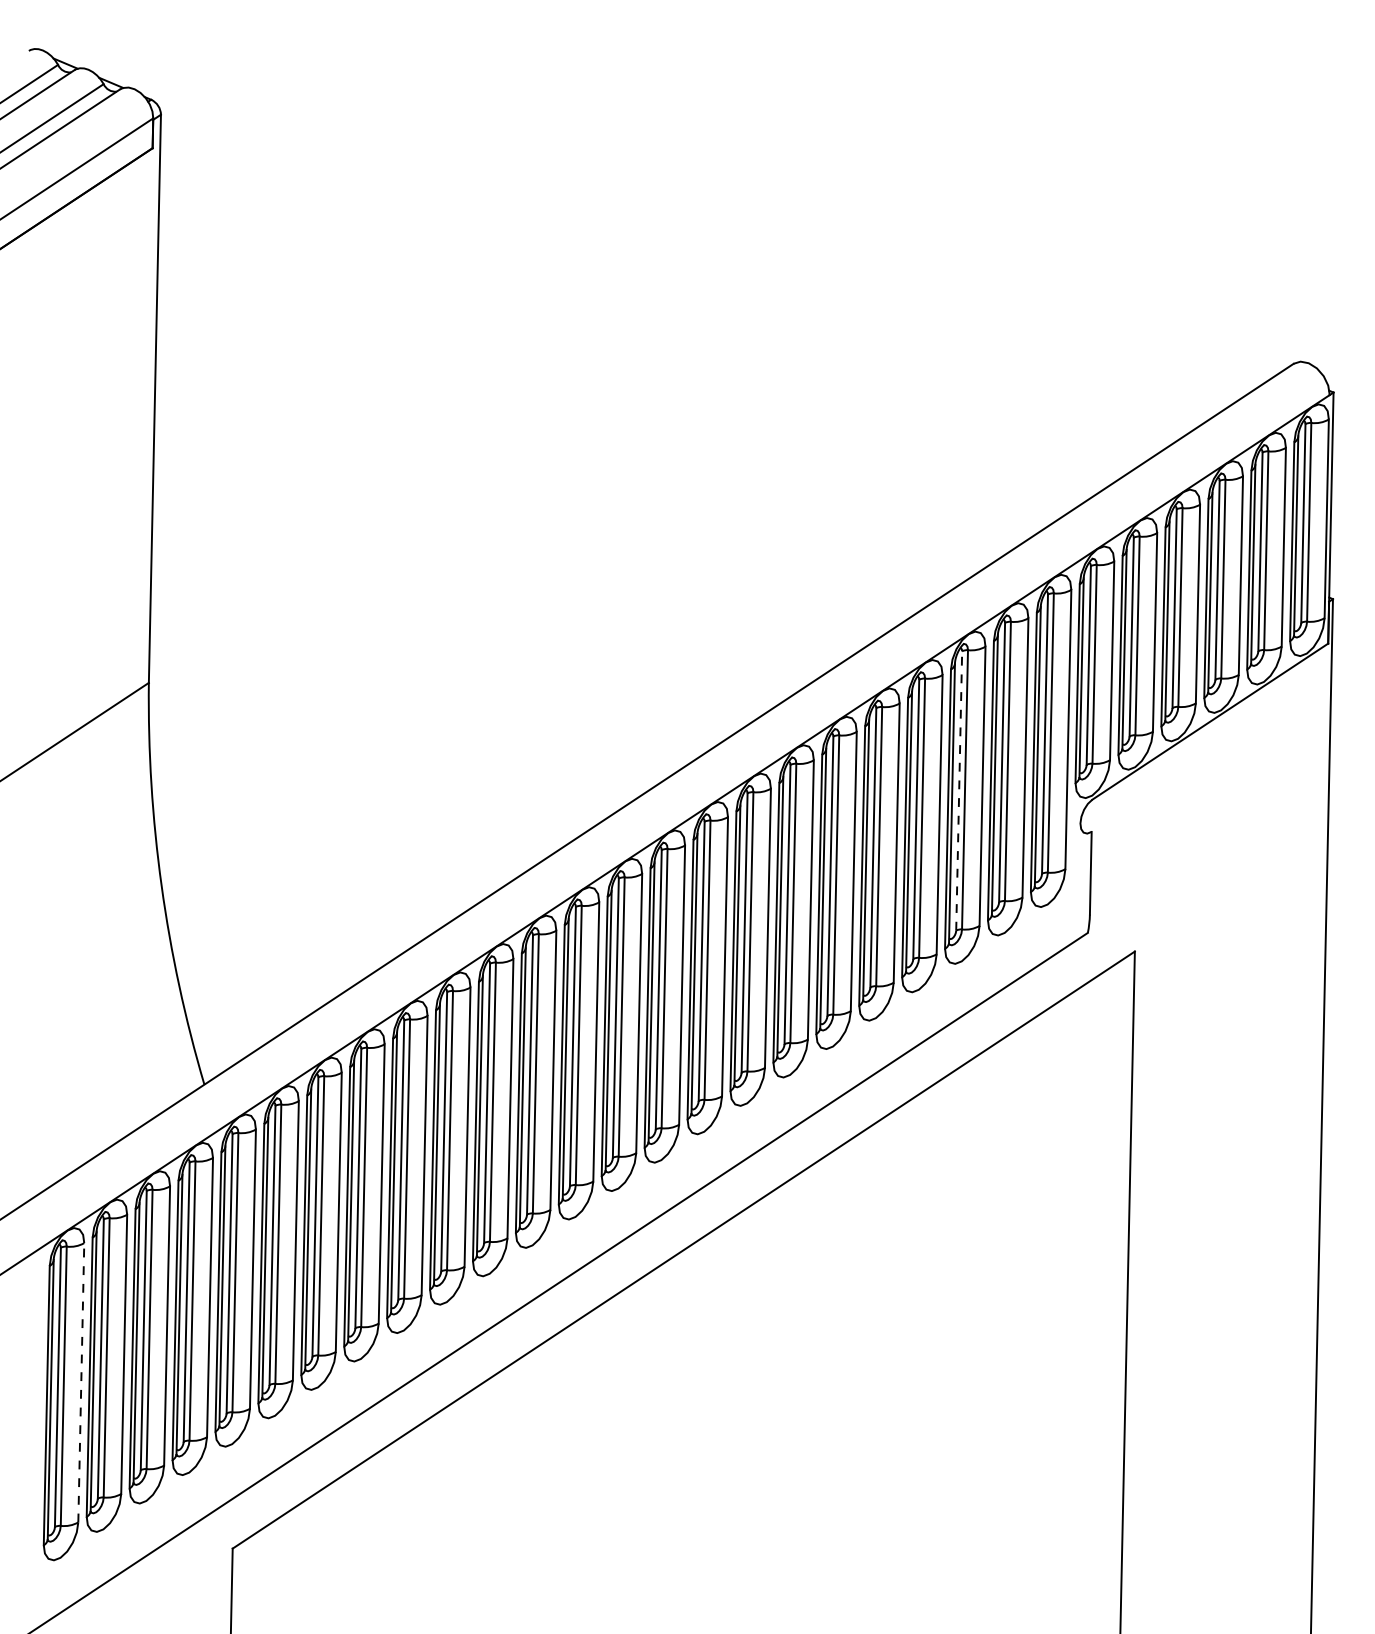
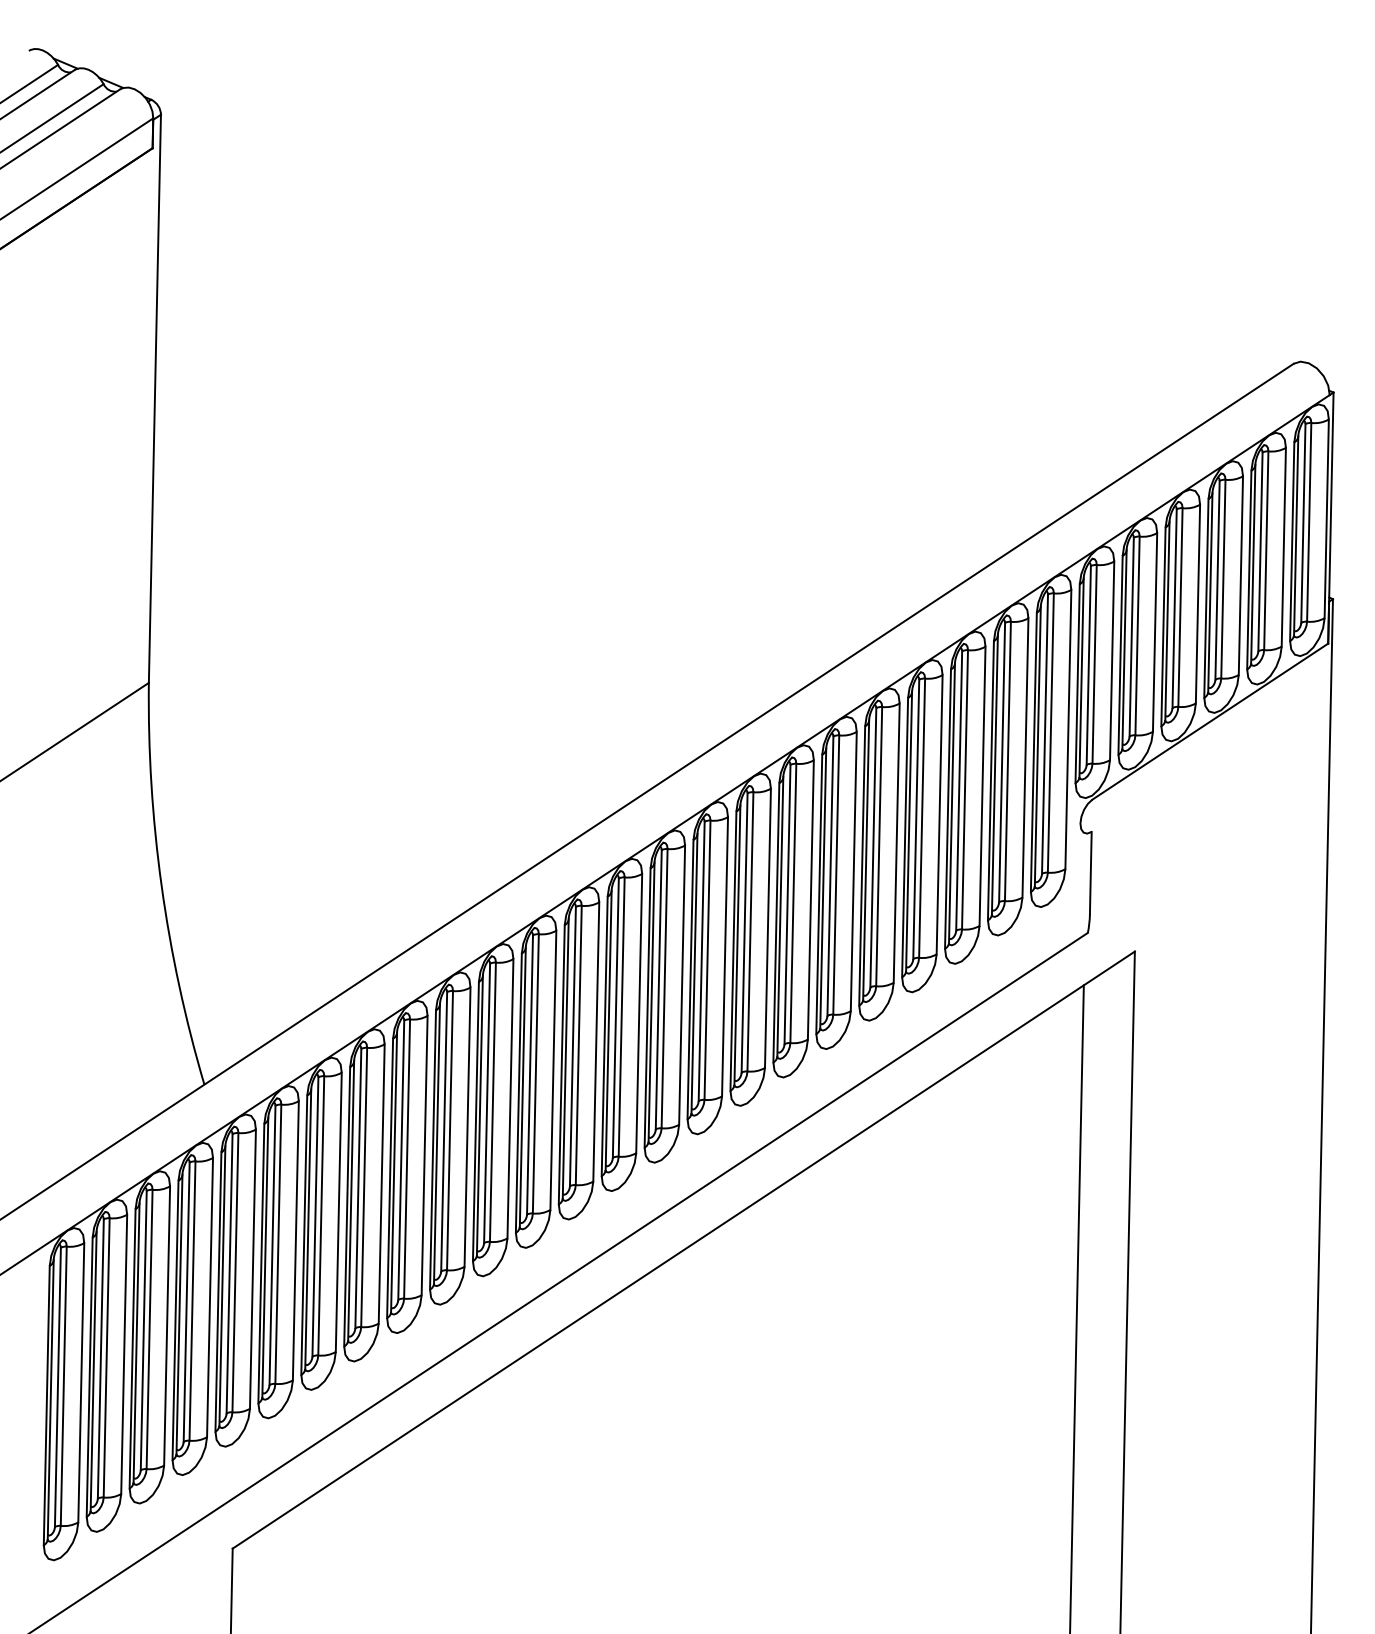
line at (959, 790): dashed -> solid
line at (1076, 1307): none -> present
line at (81, 1382): dashed -> solid
